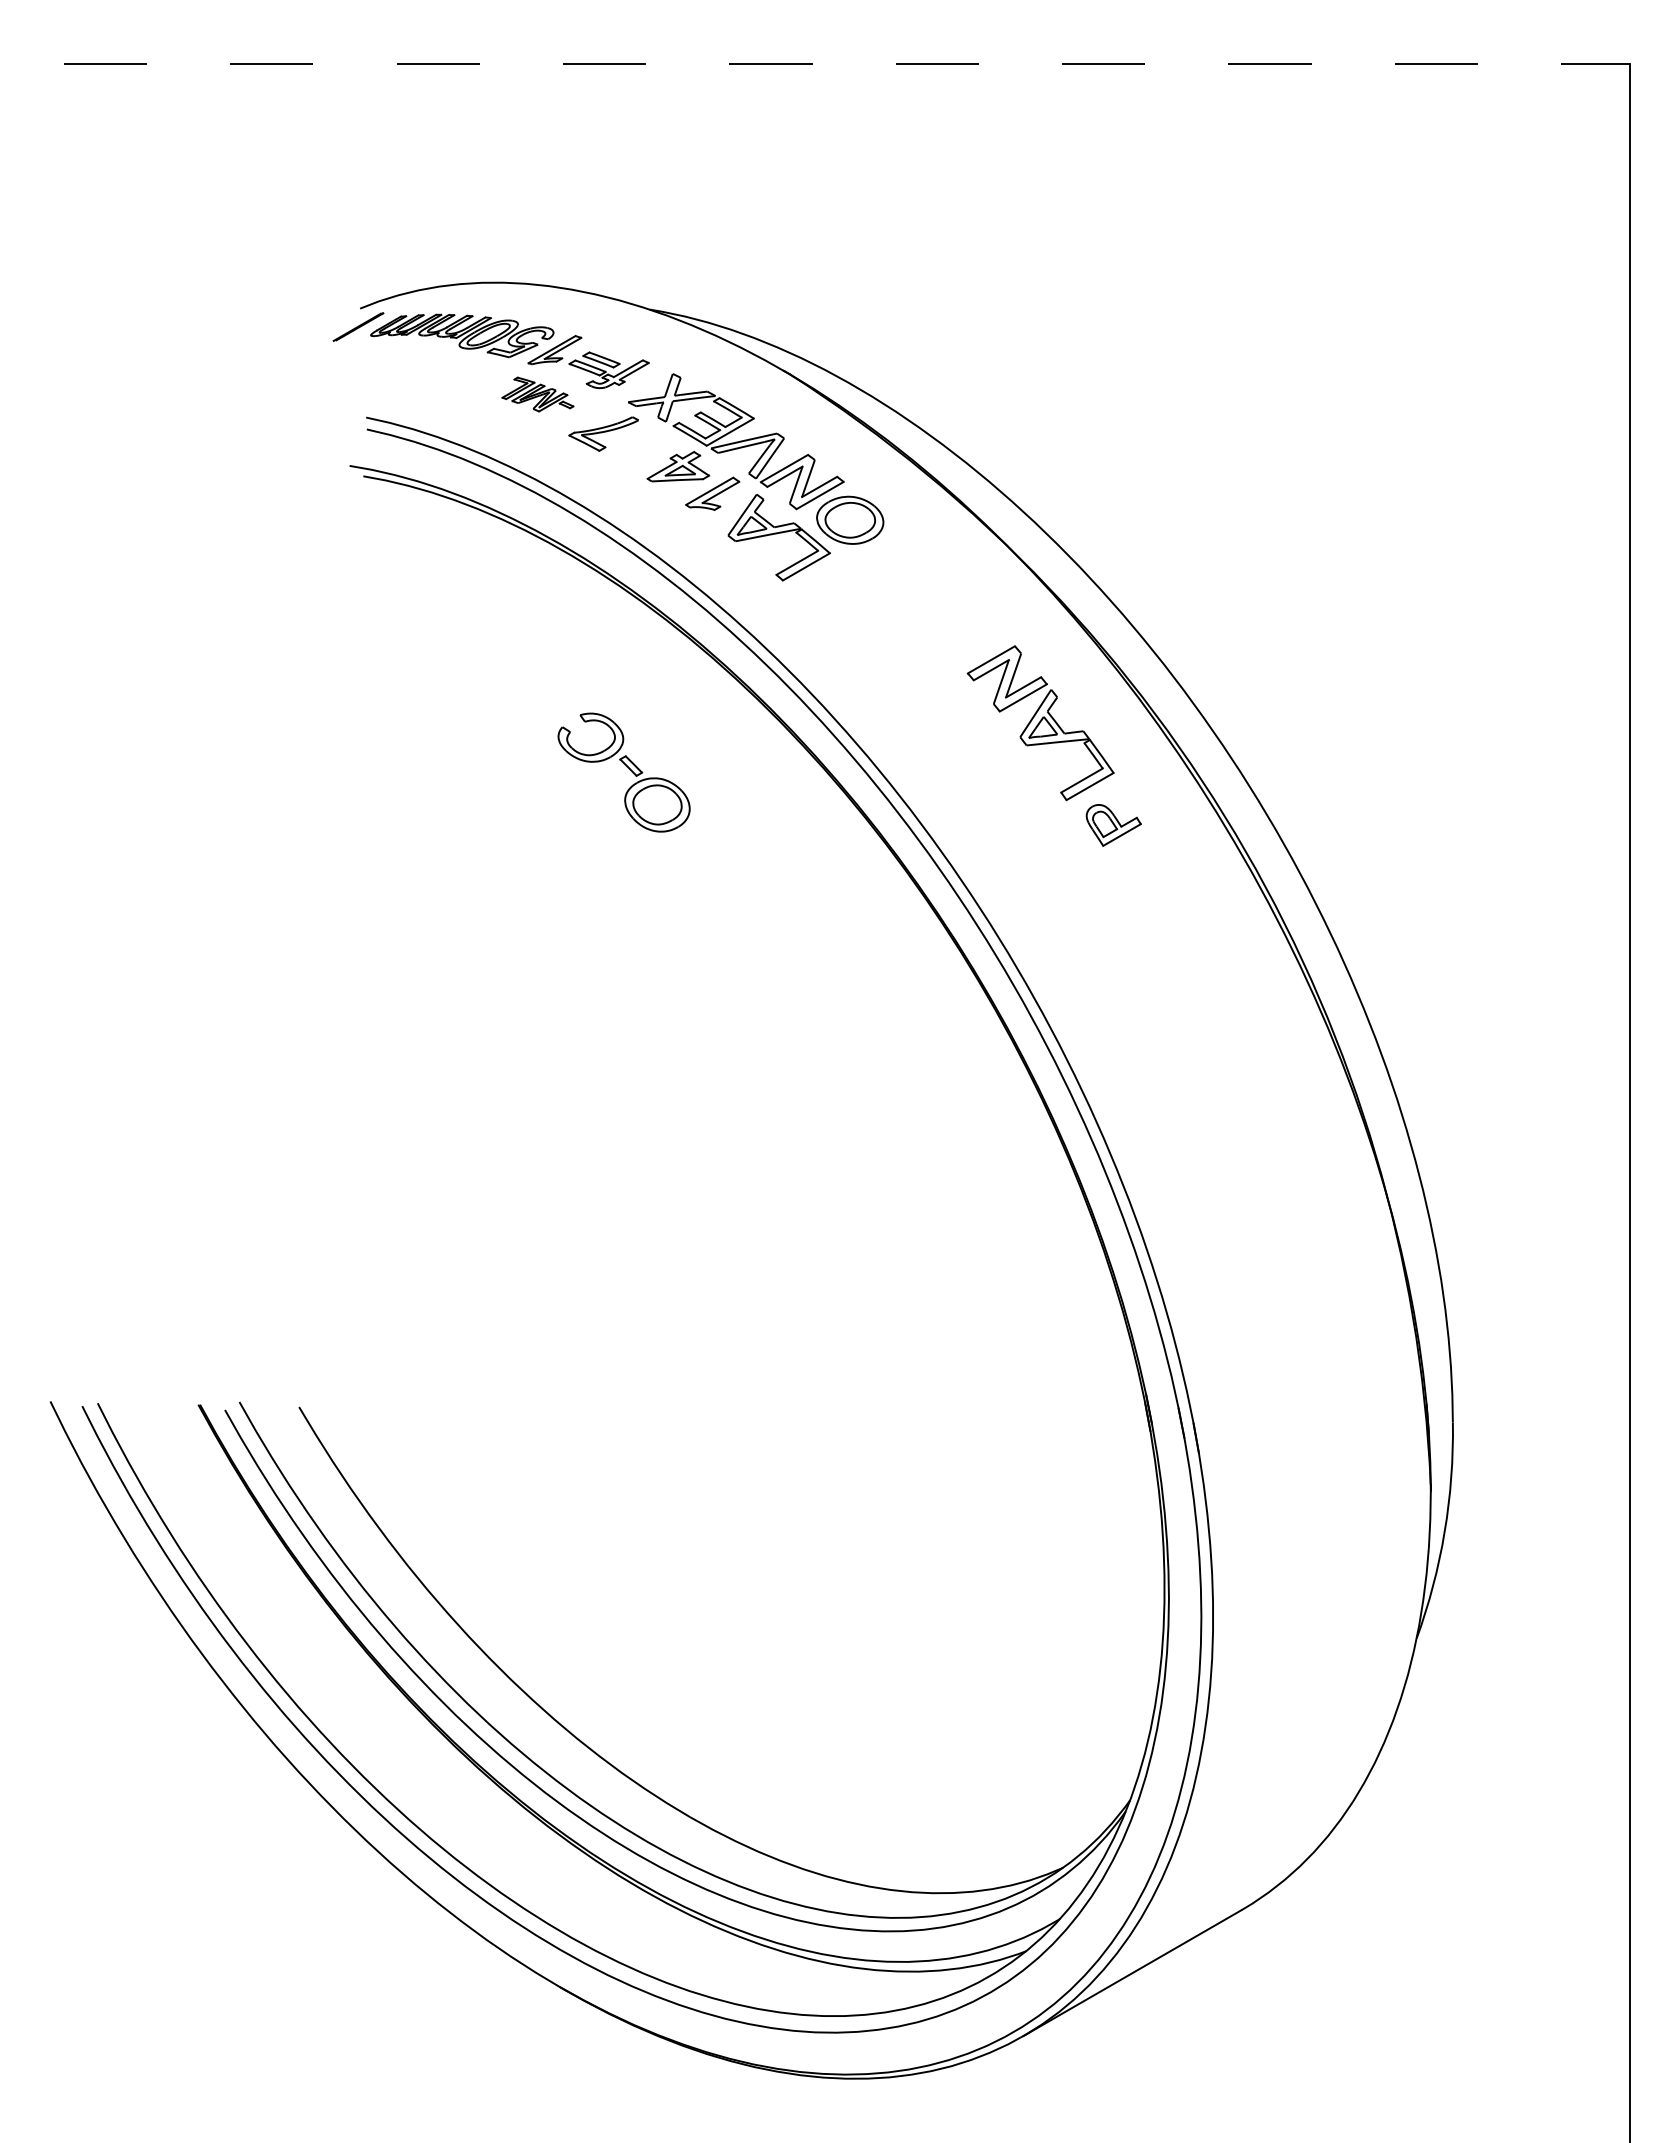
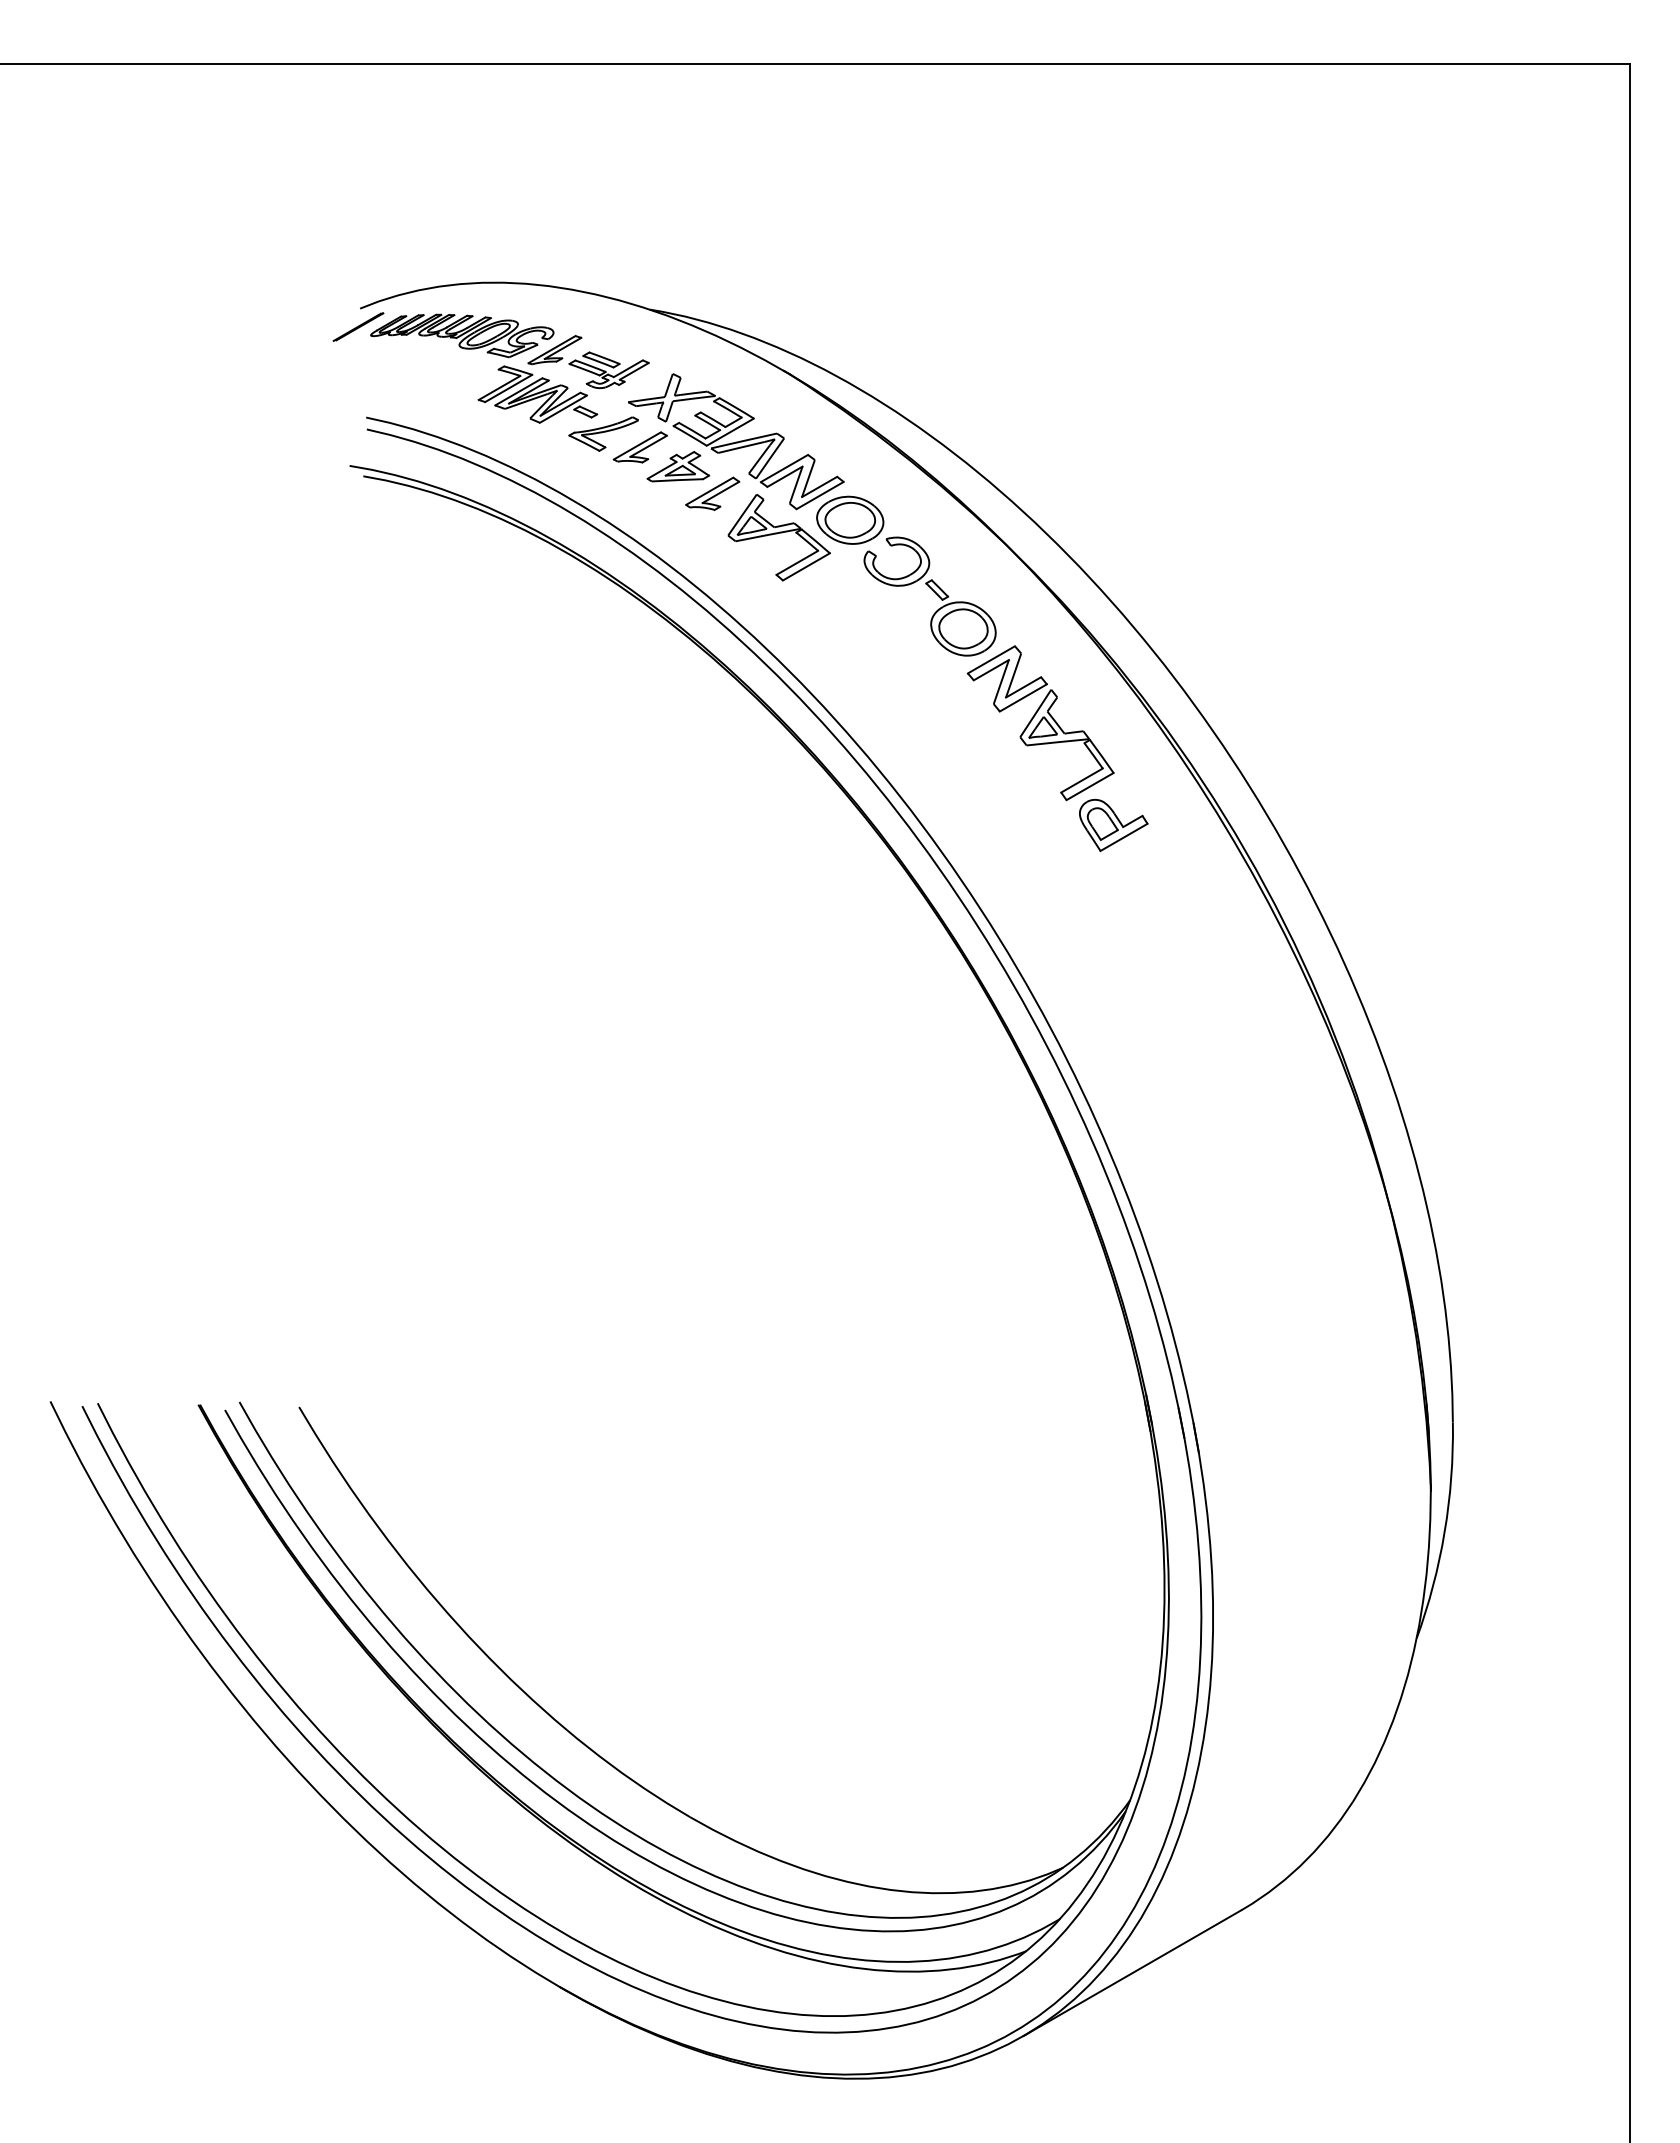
line at (816, 64): dashed -> solid
part at (537, 394) size: 74x37 px -> 122x59 px
part at (639, 447): none -> present
part at (627, 767) position: (627, 767) -> (933, 591)
part at (1113, 825) size: 57x43 px -> 70x55 px
